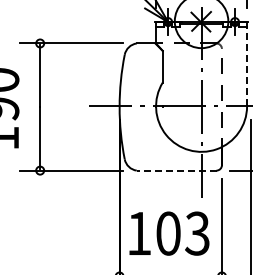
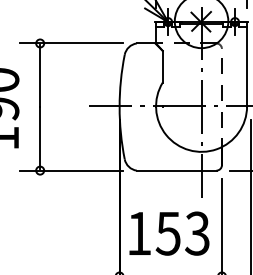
line at (247, 65): dashed -> solid
line at (176, 170): dashed -> solid
text at (167, 233): 103 -> 153
